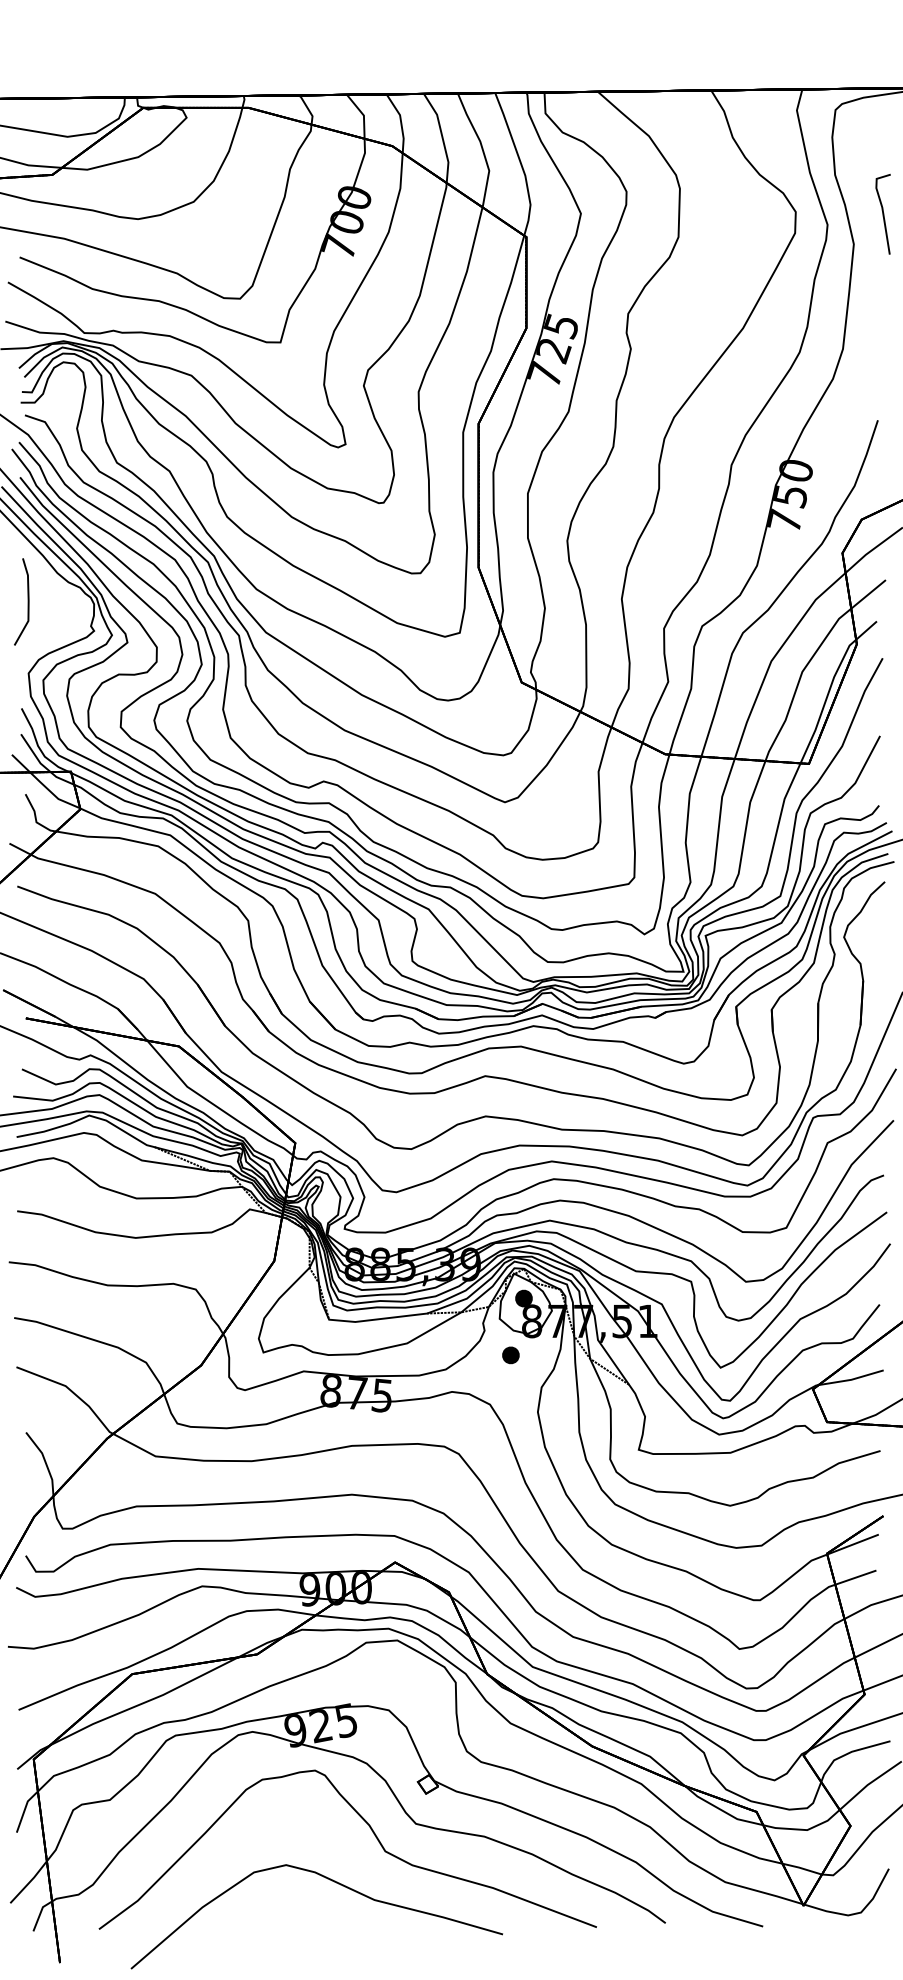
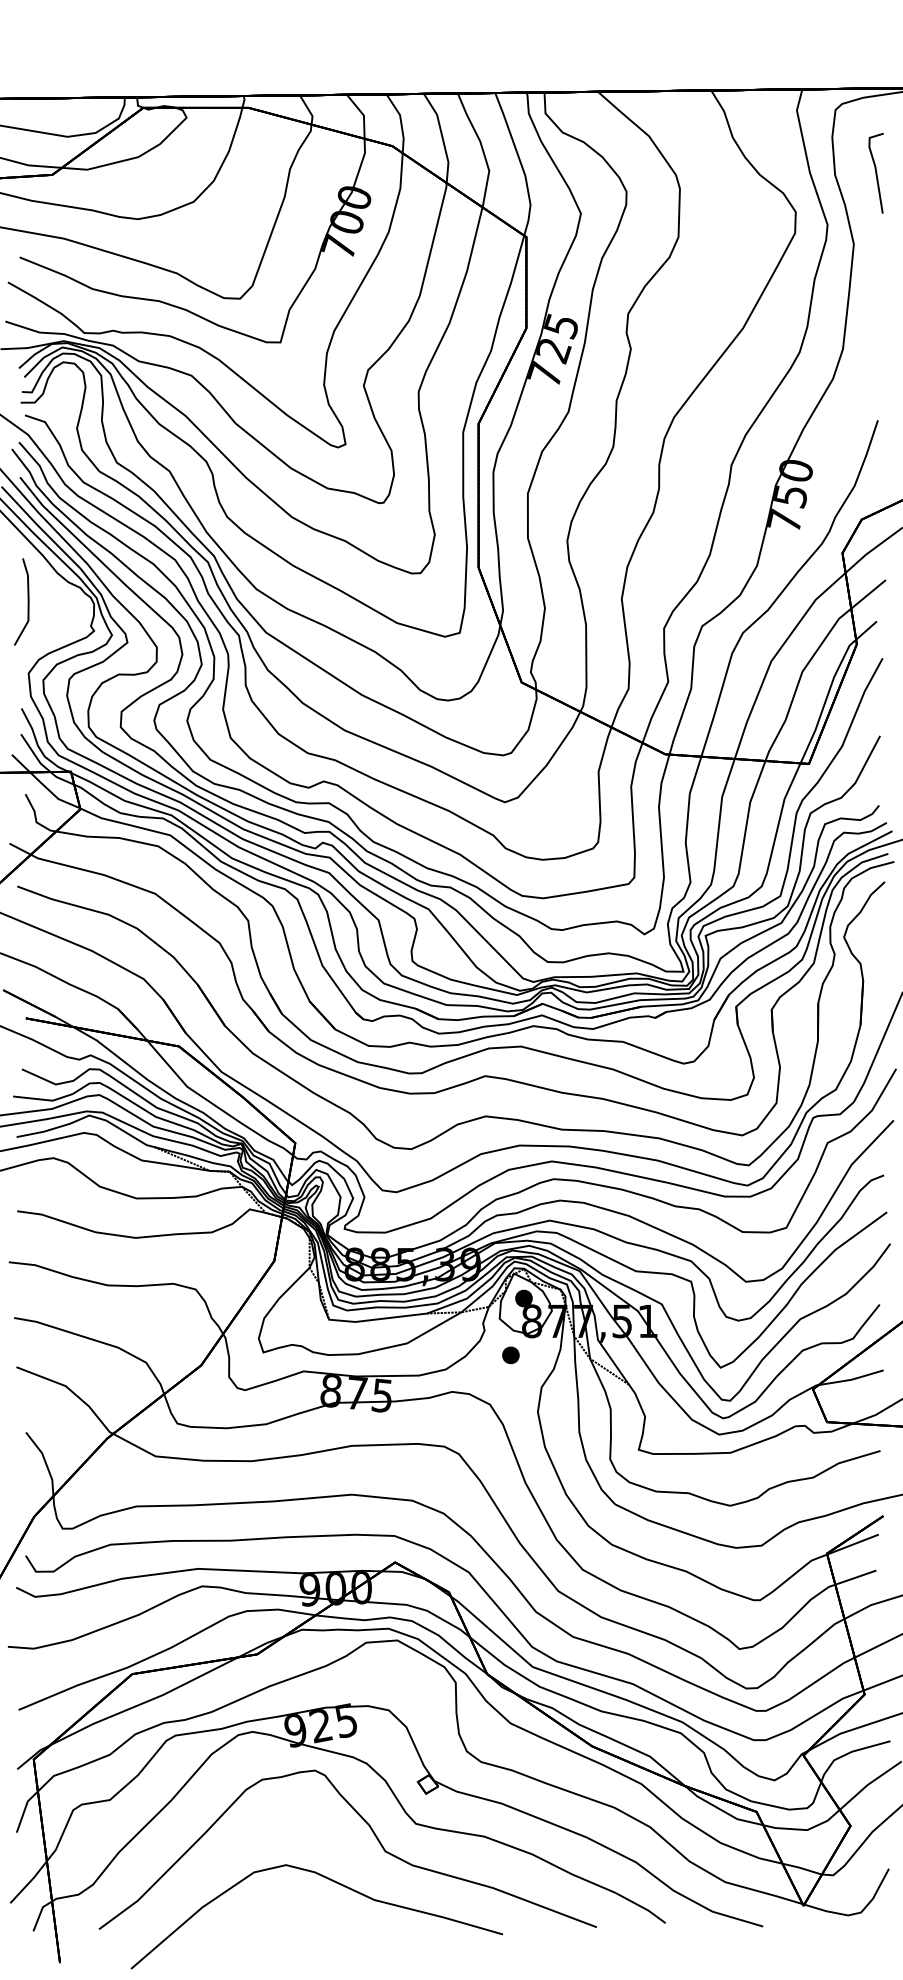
line at (882, 213) position: (882, 213) -> (875, 172)
